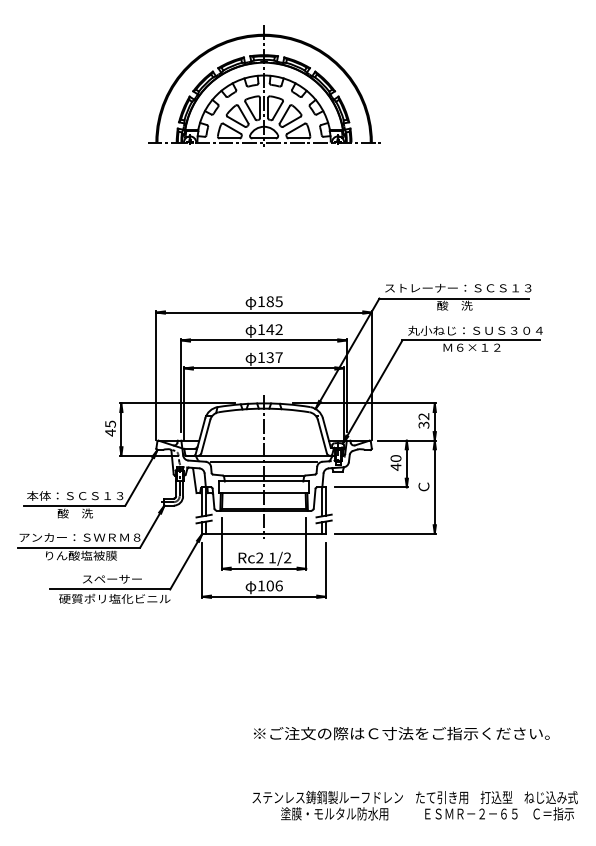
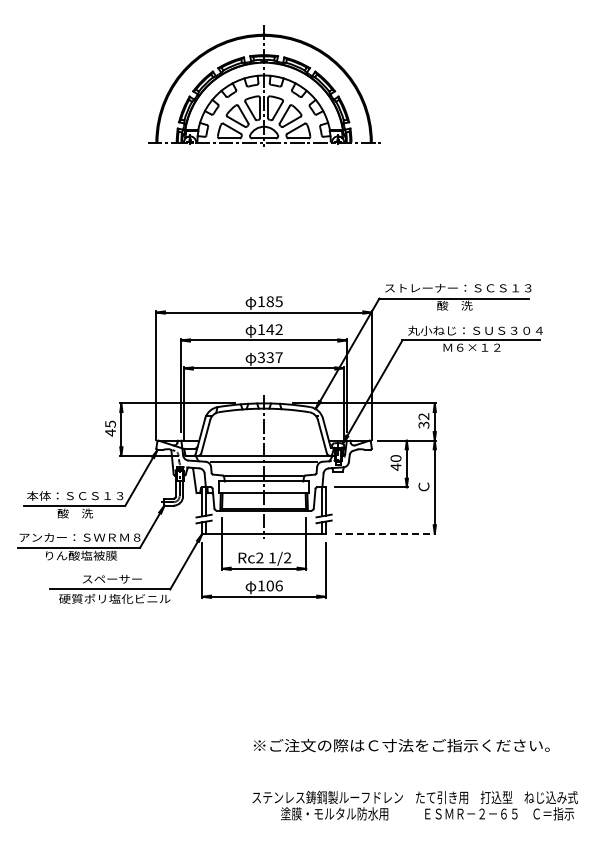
text at (260, 357): 137 -> 337
line at (385, 533): solid -> dashed
text at (401, 733) position: (401, 733) -> (401, 745)
